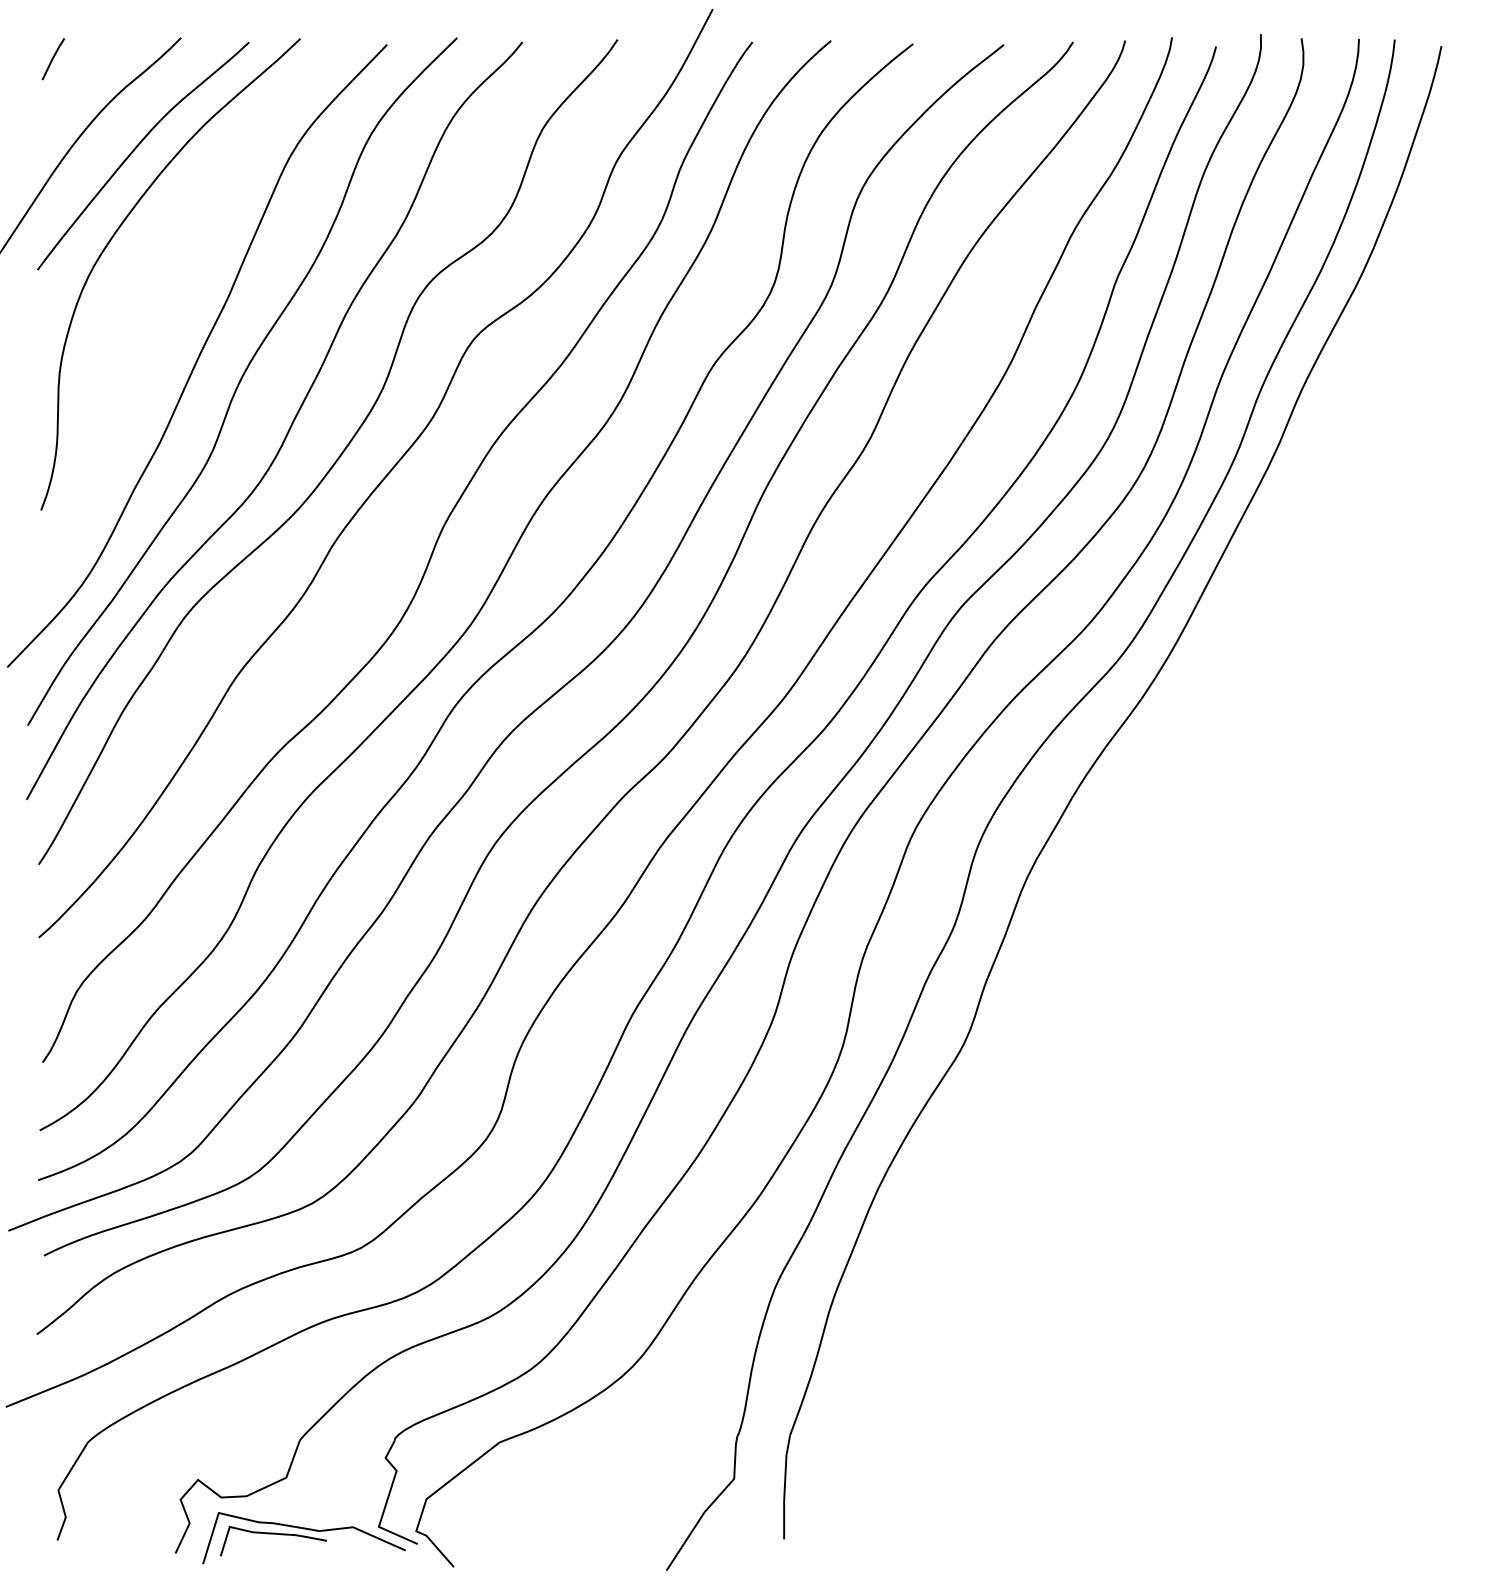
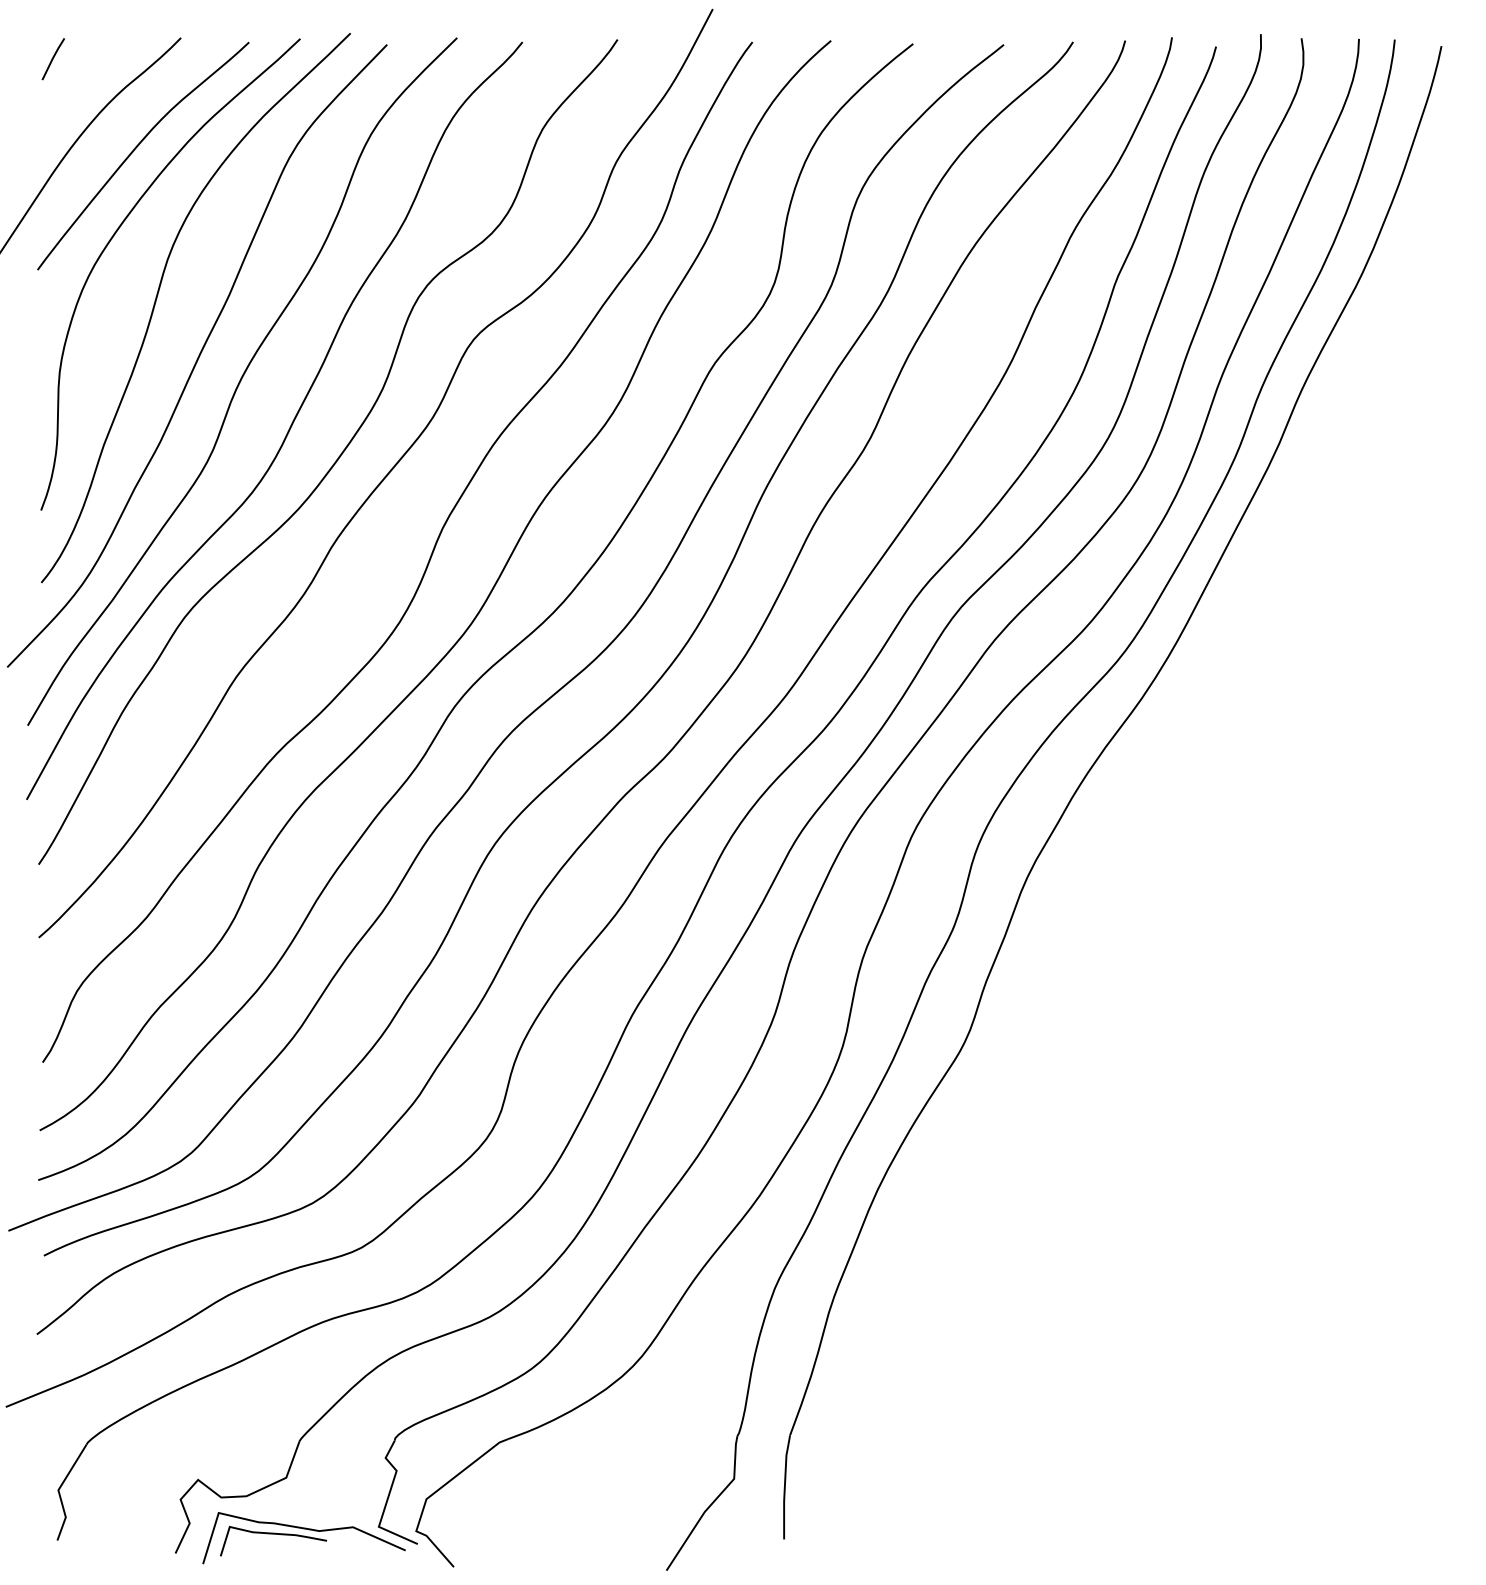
curve at (158, 295): none -> present
